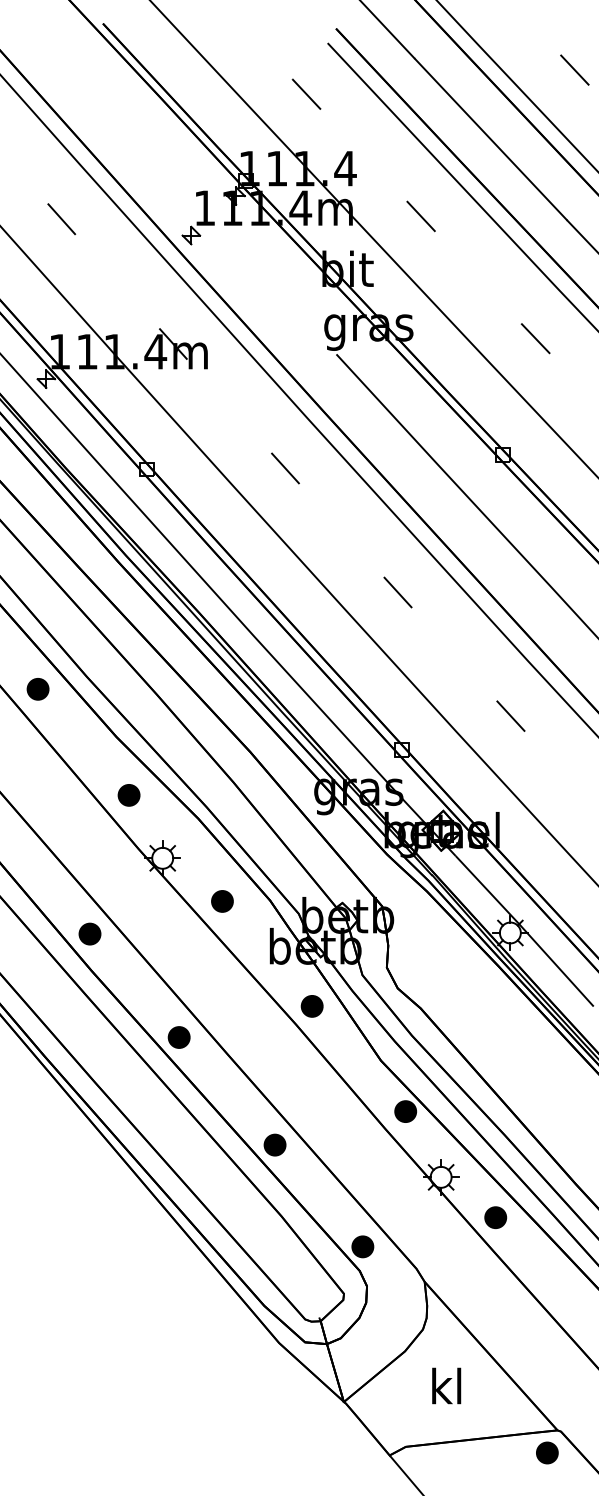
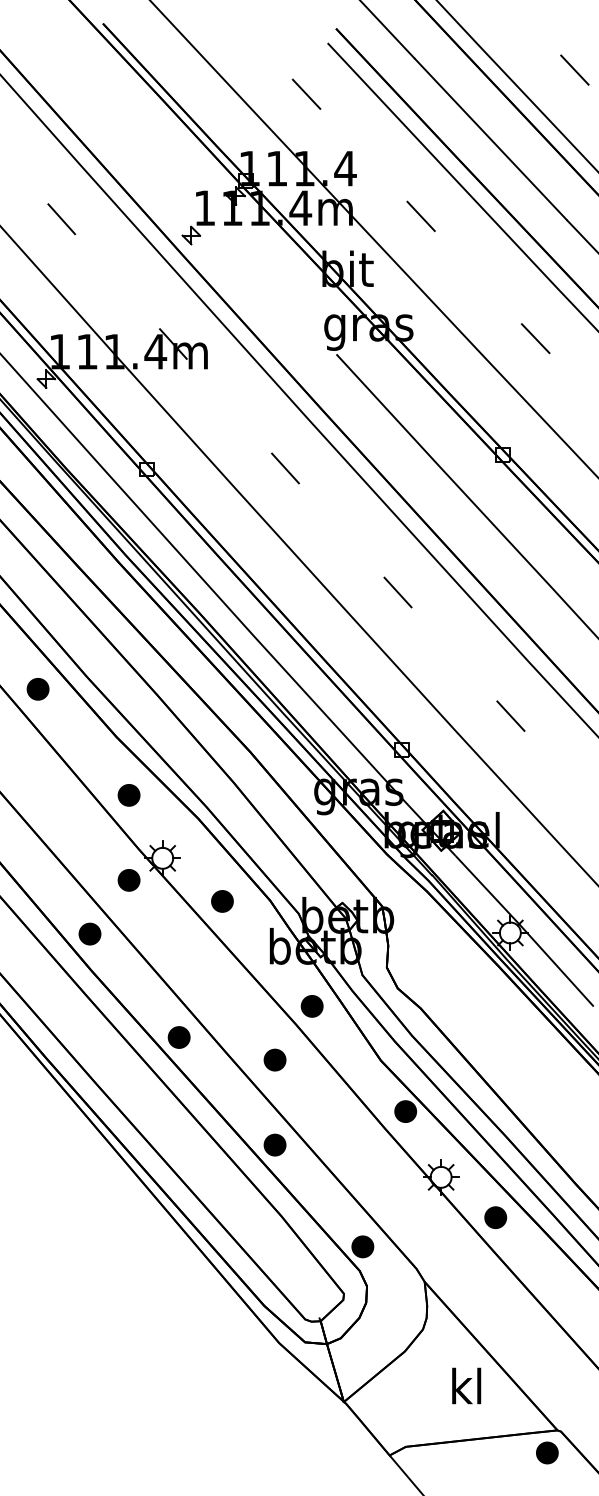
part at (128, 880): none -> present
part at (274, 1059): none -> present
text at (446, 1385) position: (446, 1385) -> (466, 1385)
